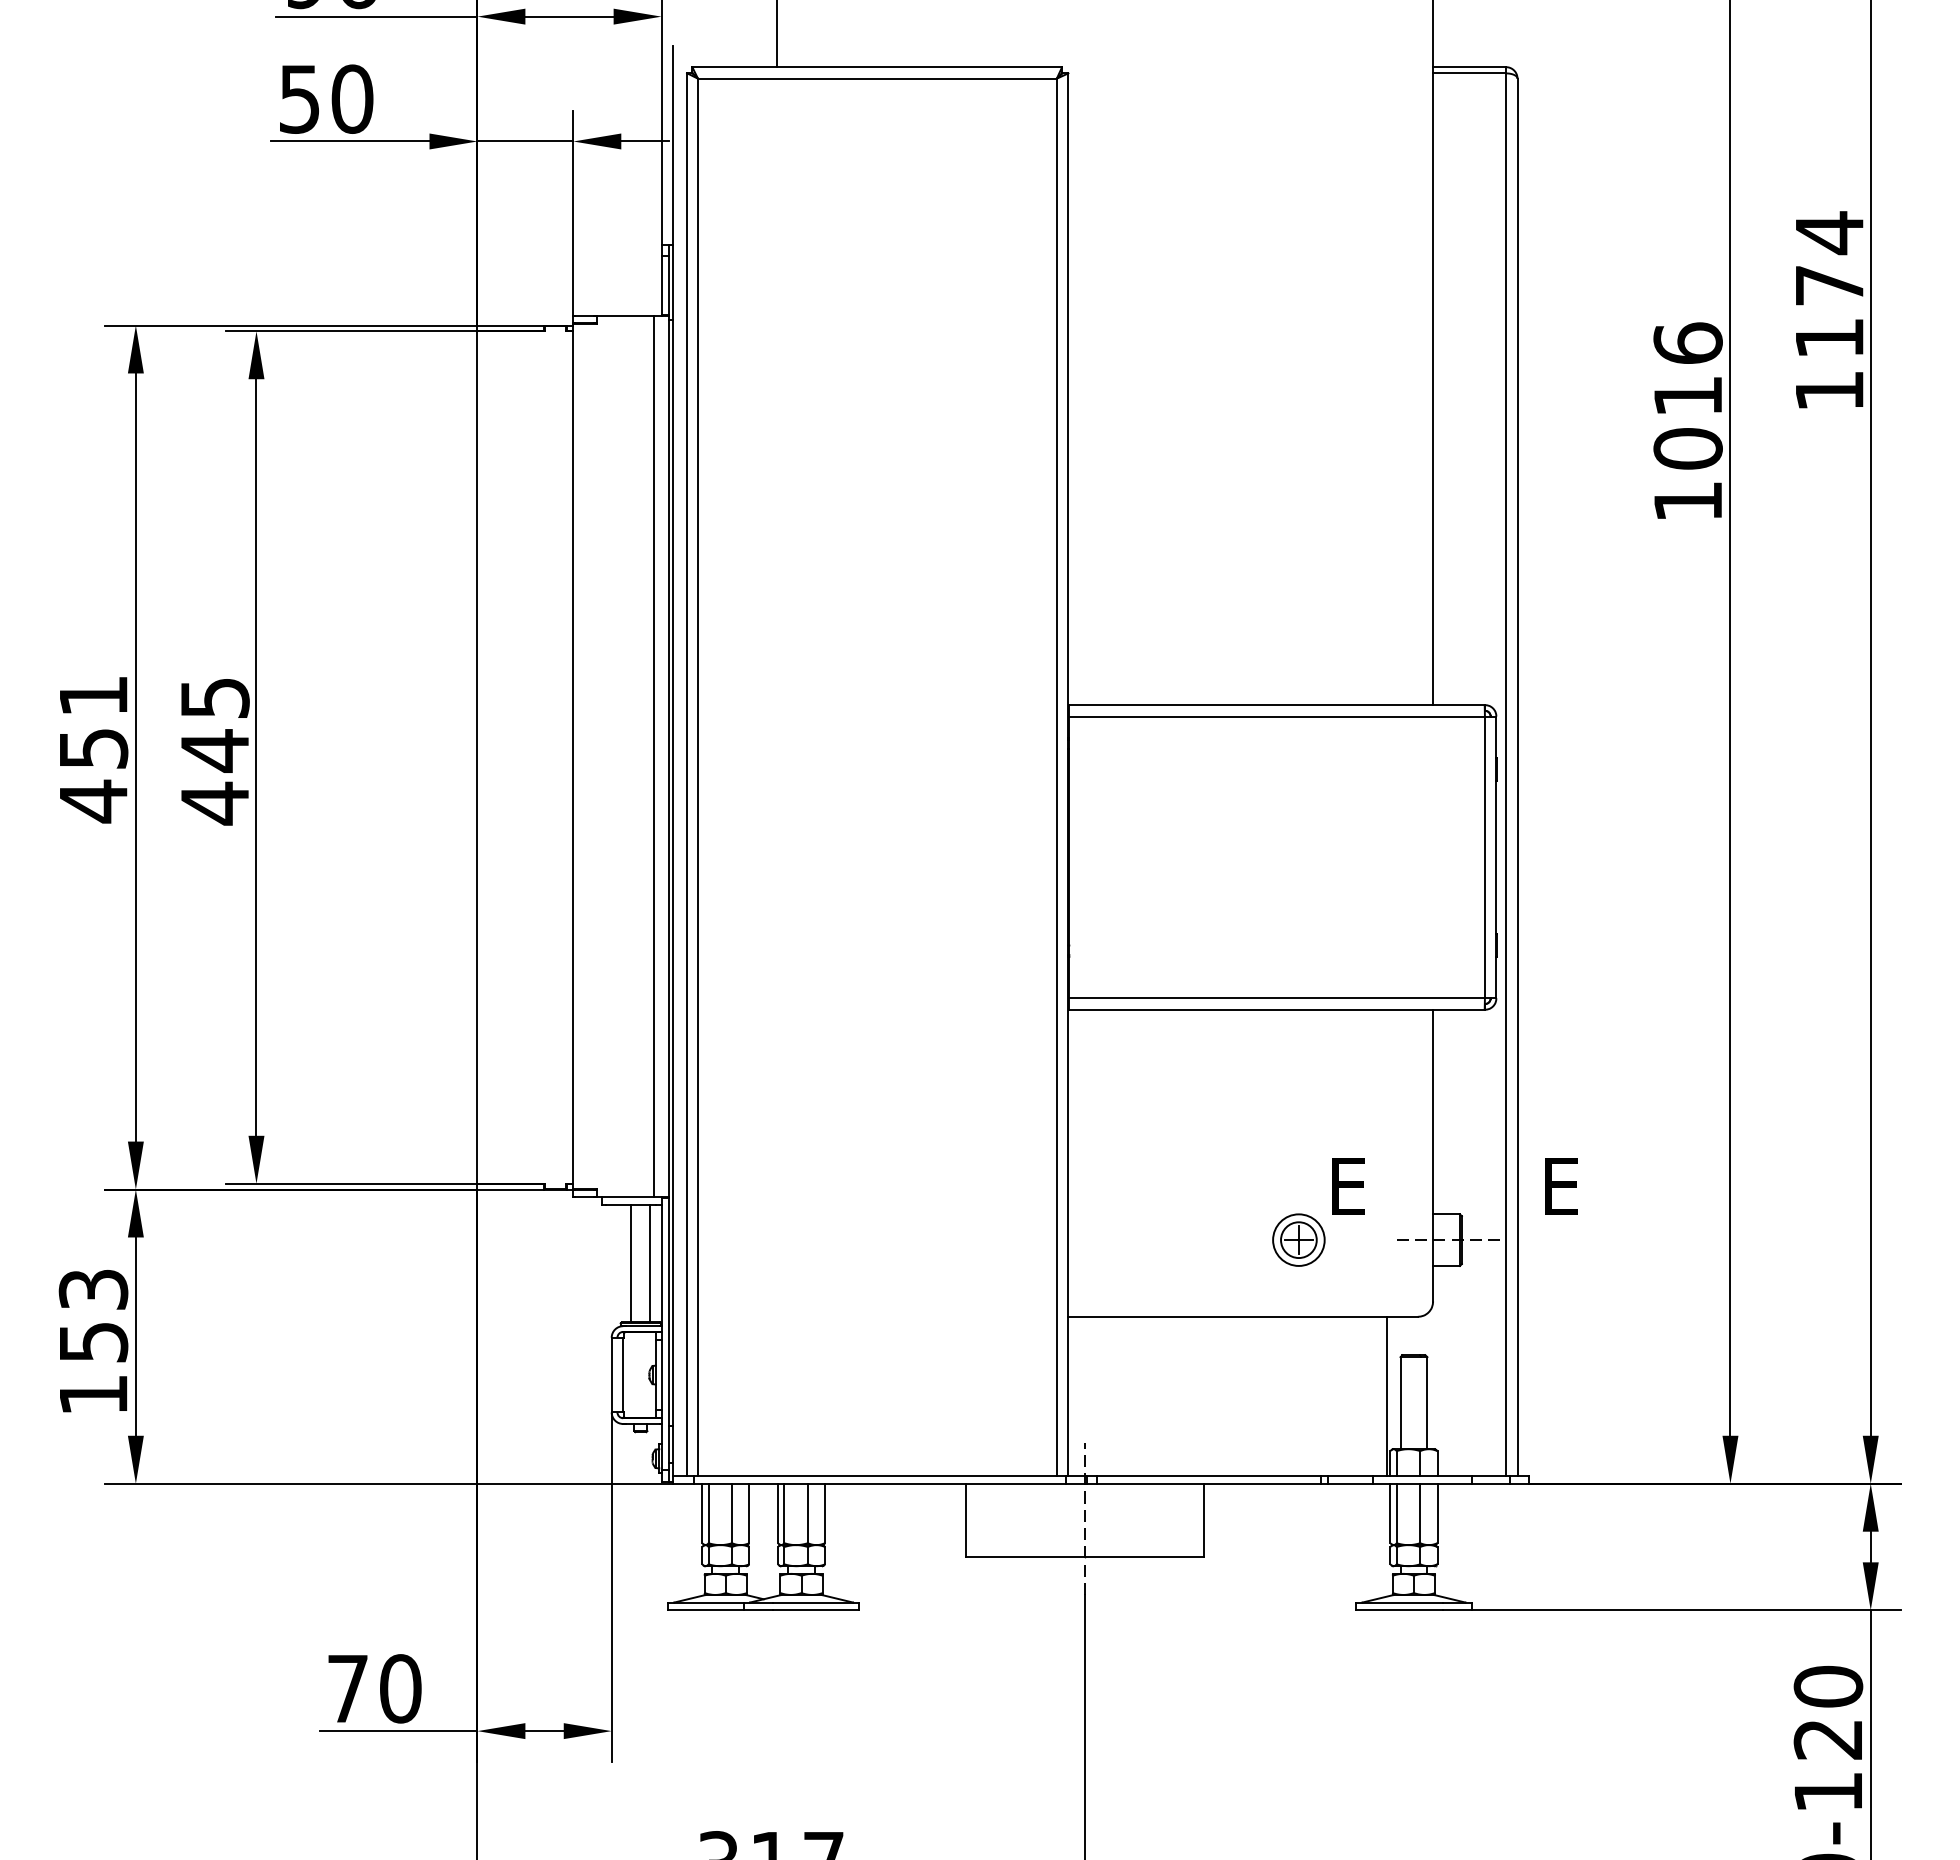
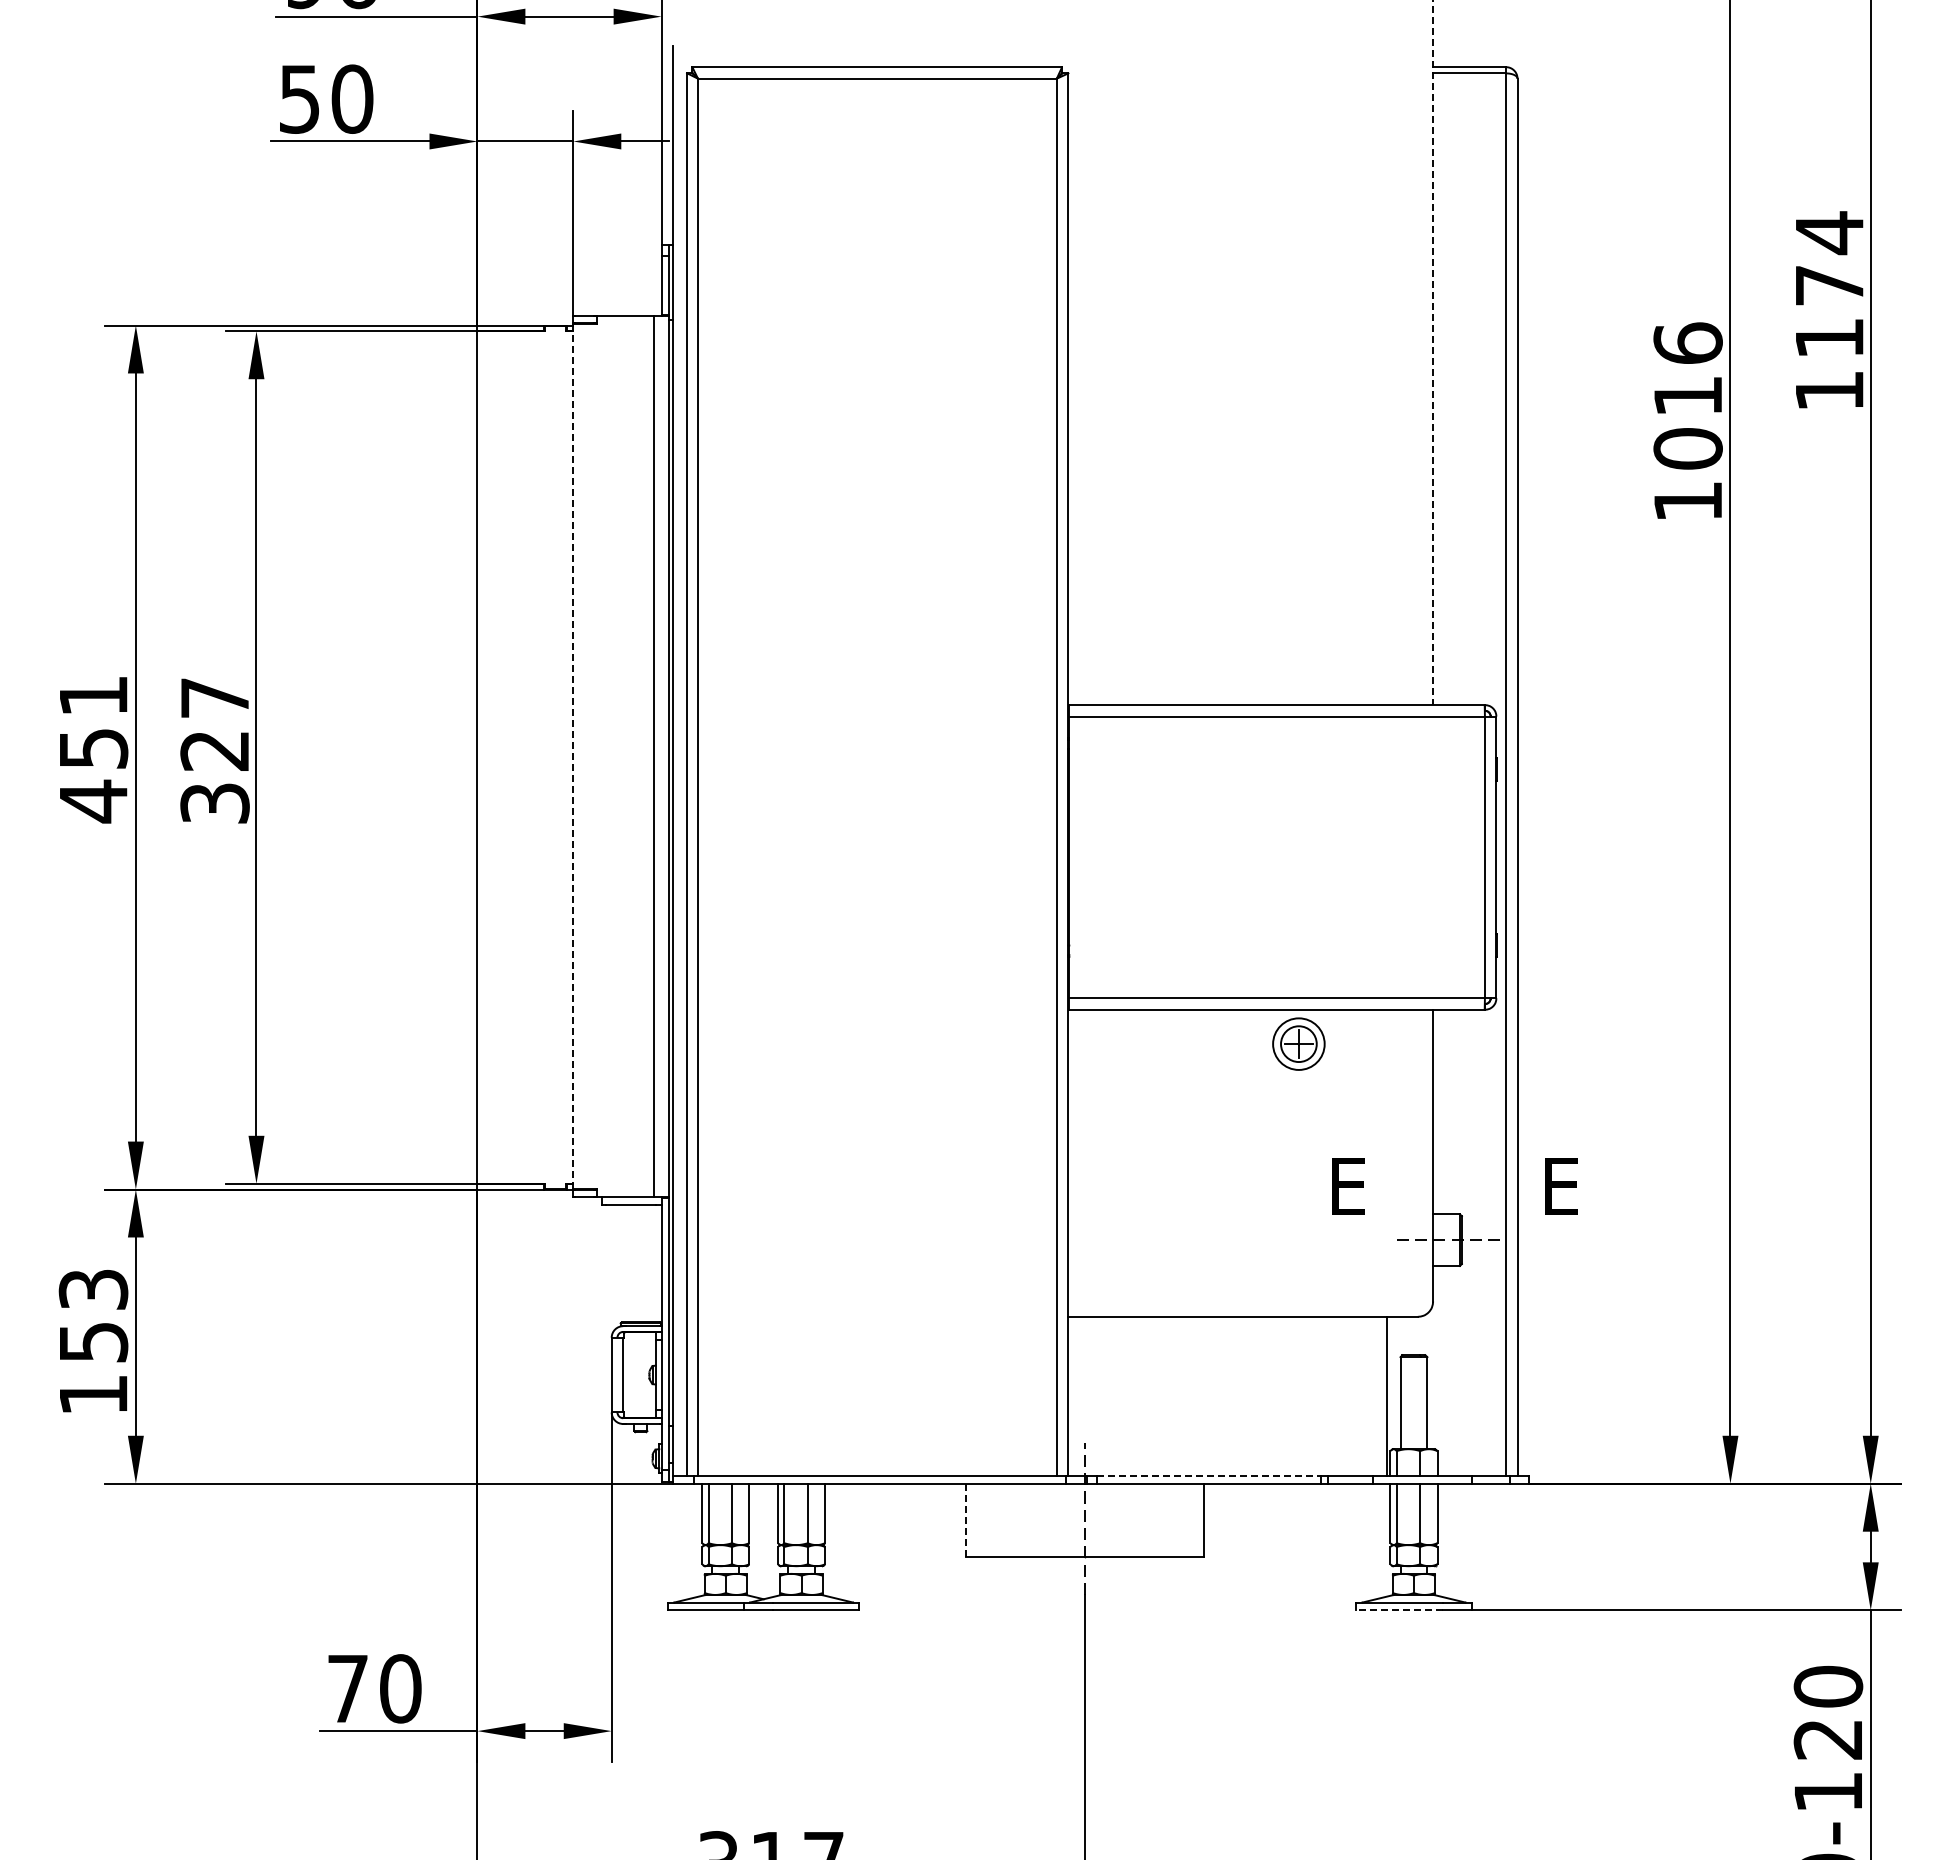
line at (777, 34): present -> none
line at (1433, 353): solid -> dashed
text at (214, 751): 445 -> 327
line at (573, 756): solid -> dashed
part at (1298, 1239) position: (1298, 1239) -> (1298, 1043)
line at (631, 1263): present -> none
line at (650, 1263): present -> none
line at (1208, 1476): solid -> dashed
line at (966, 1519): solid -> dashed
line at (1399, 1610): solid -> dashed
